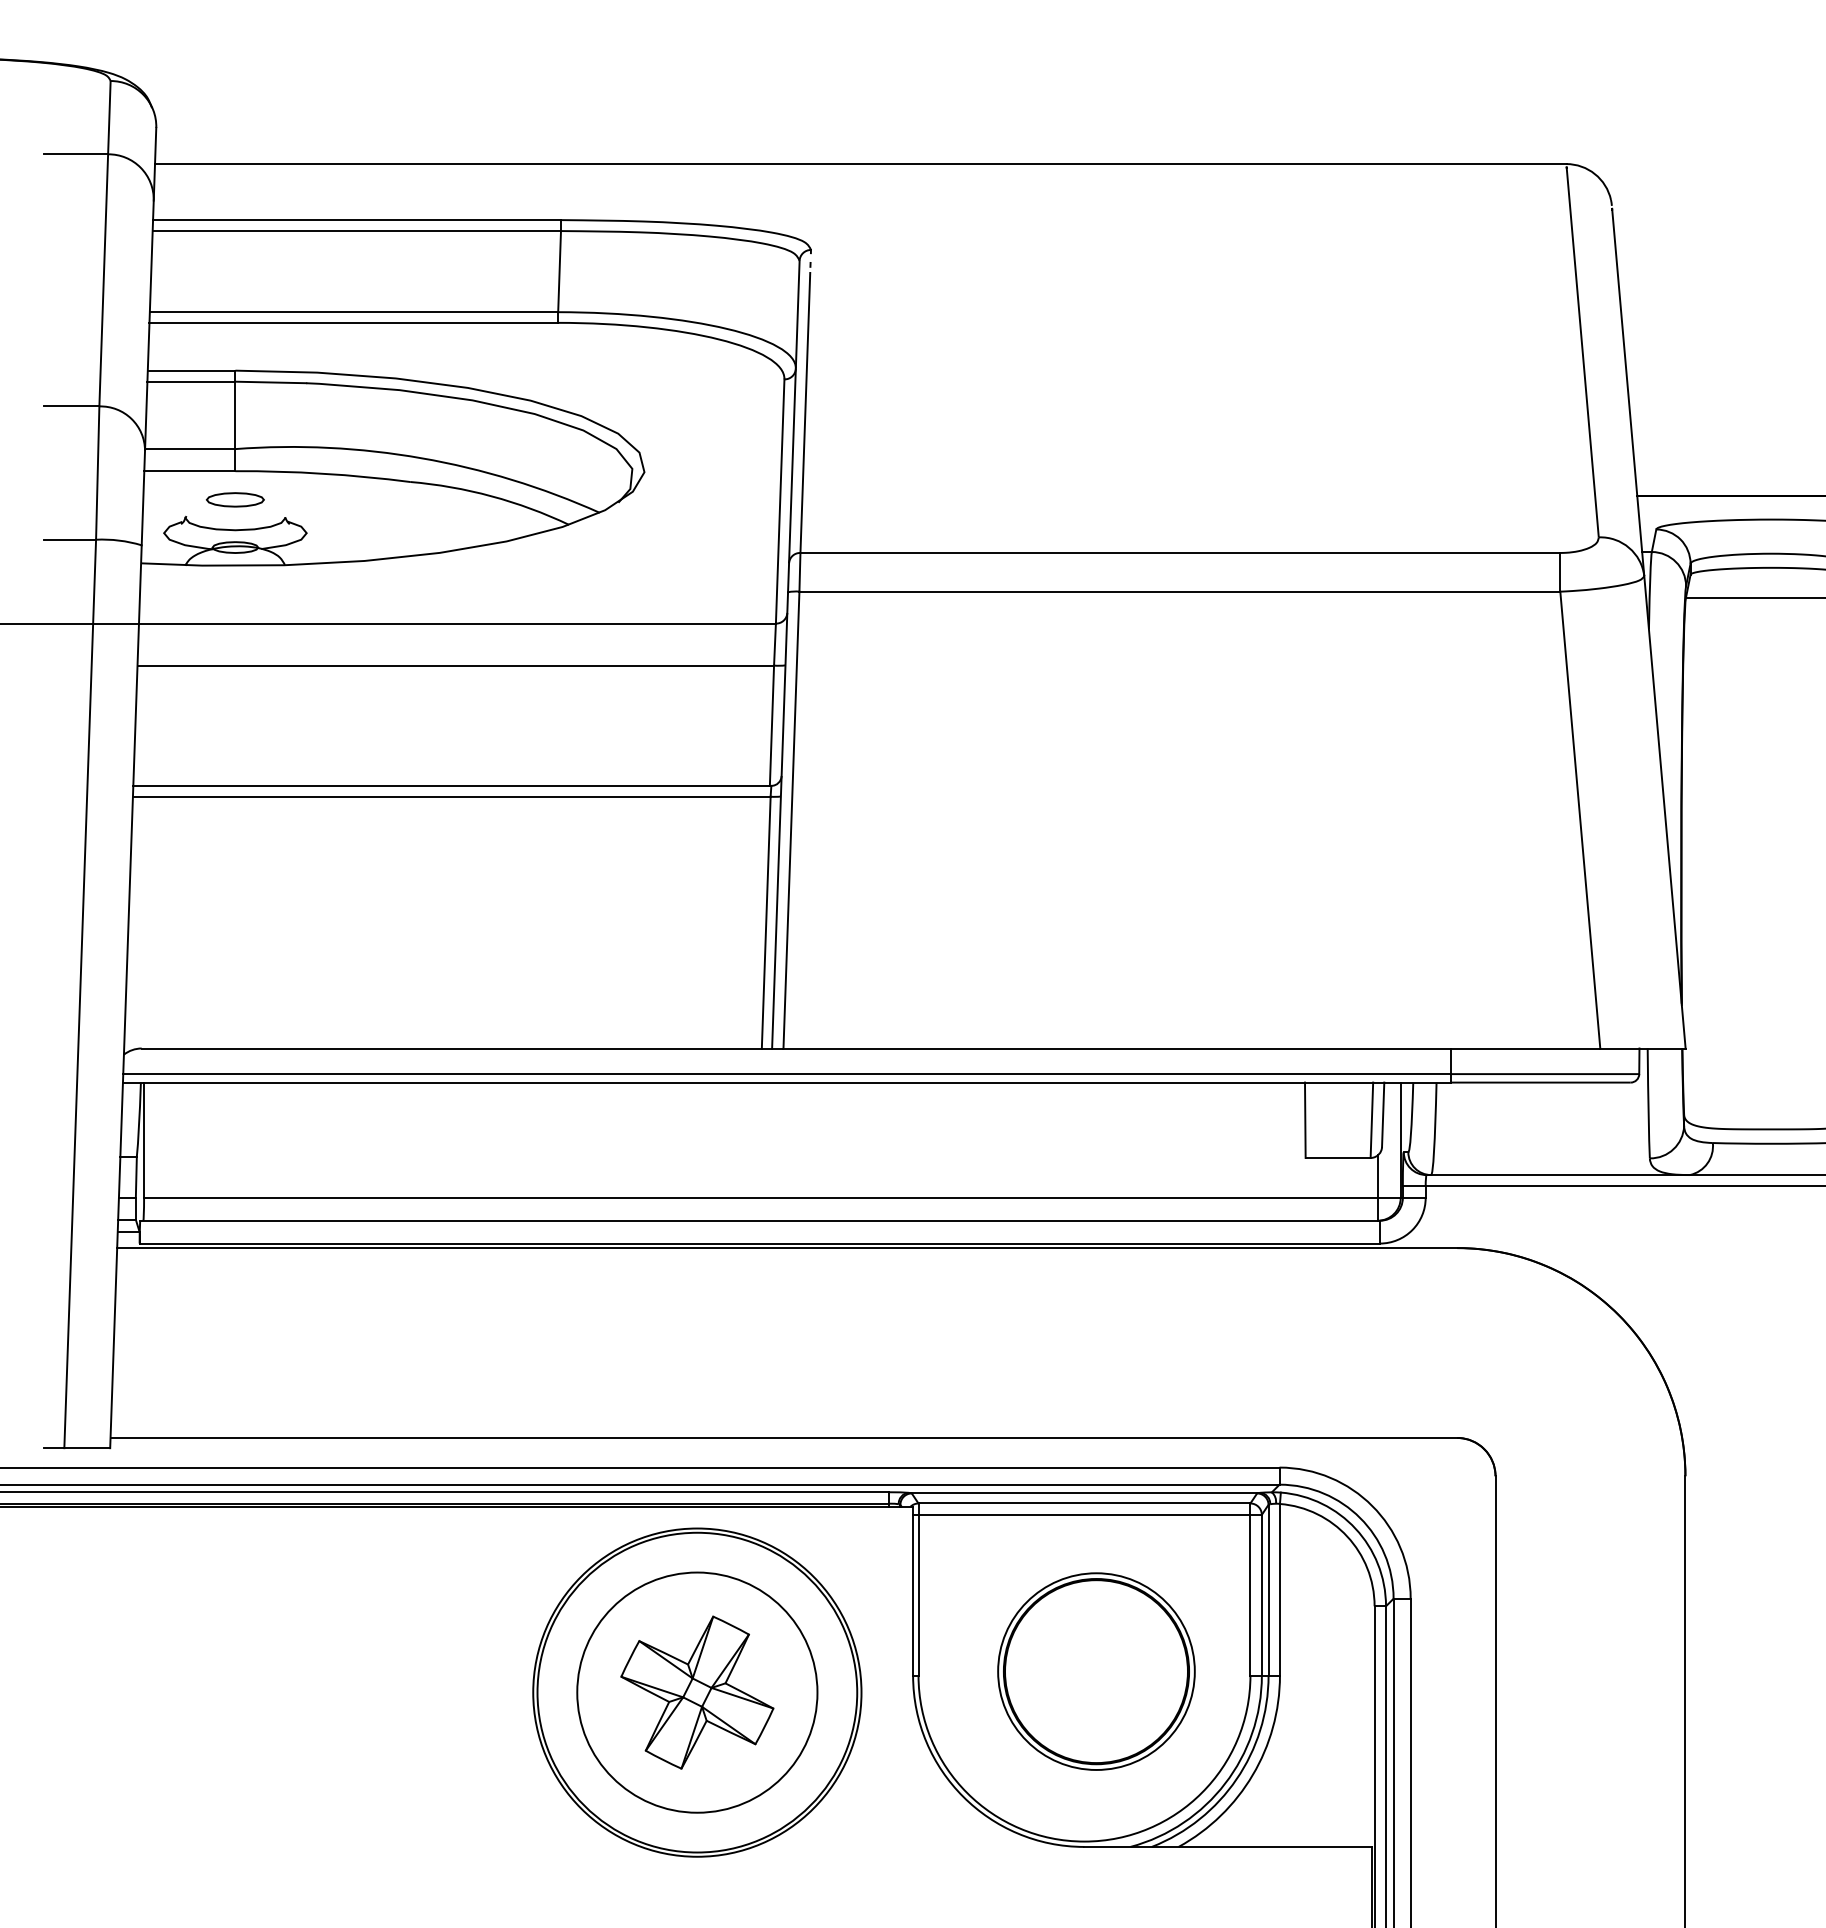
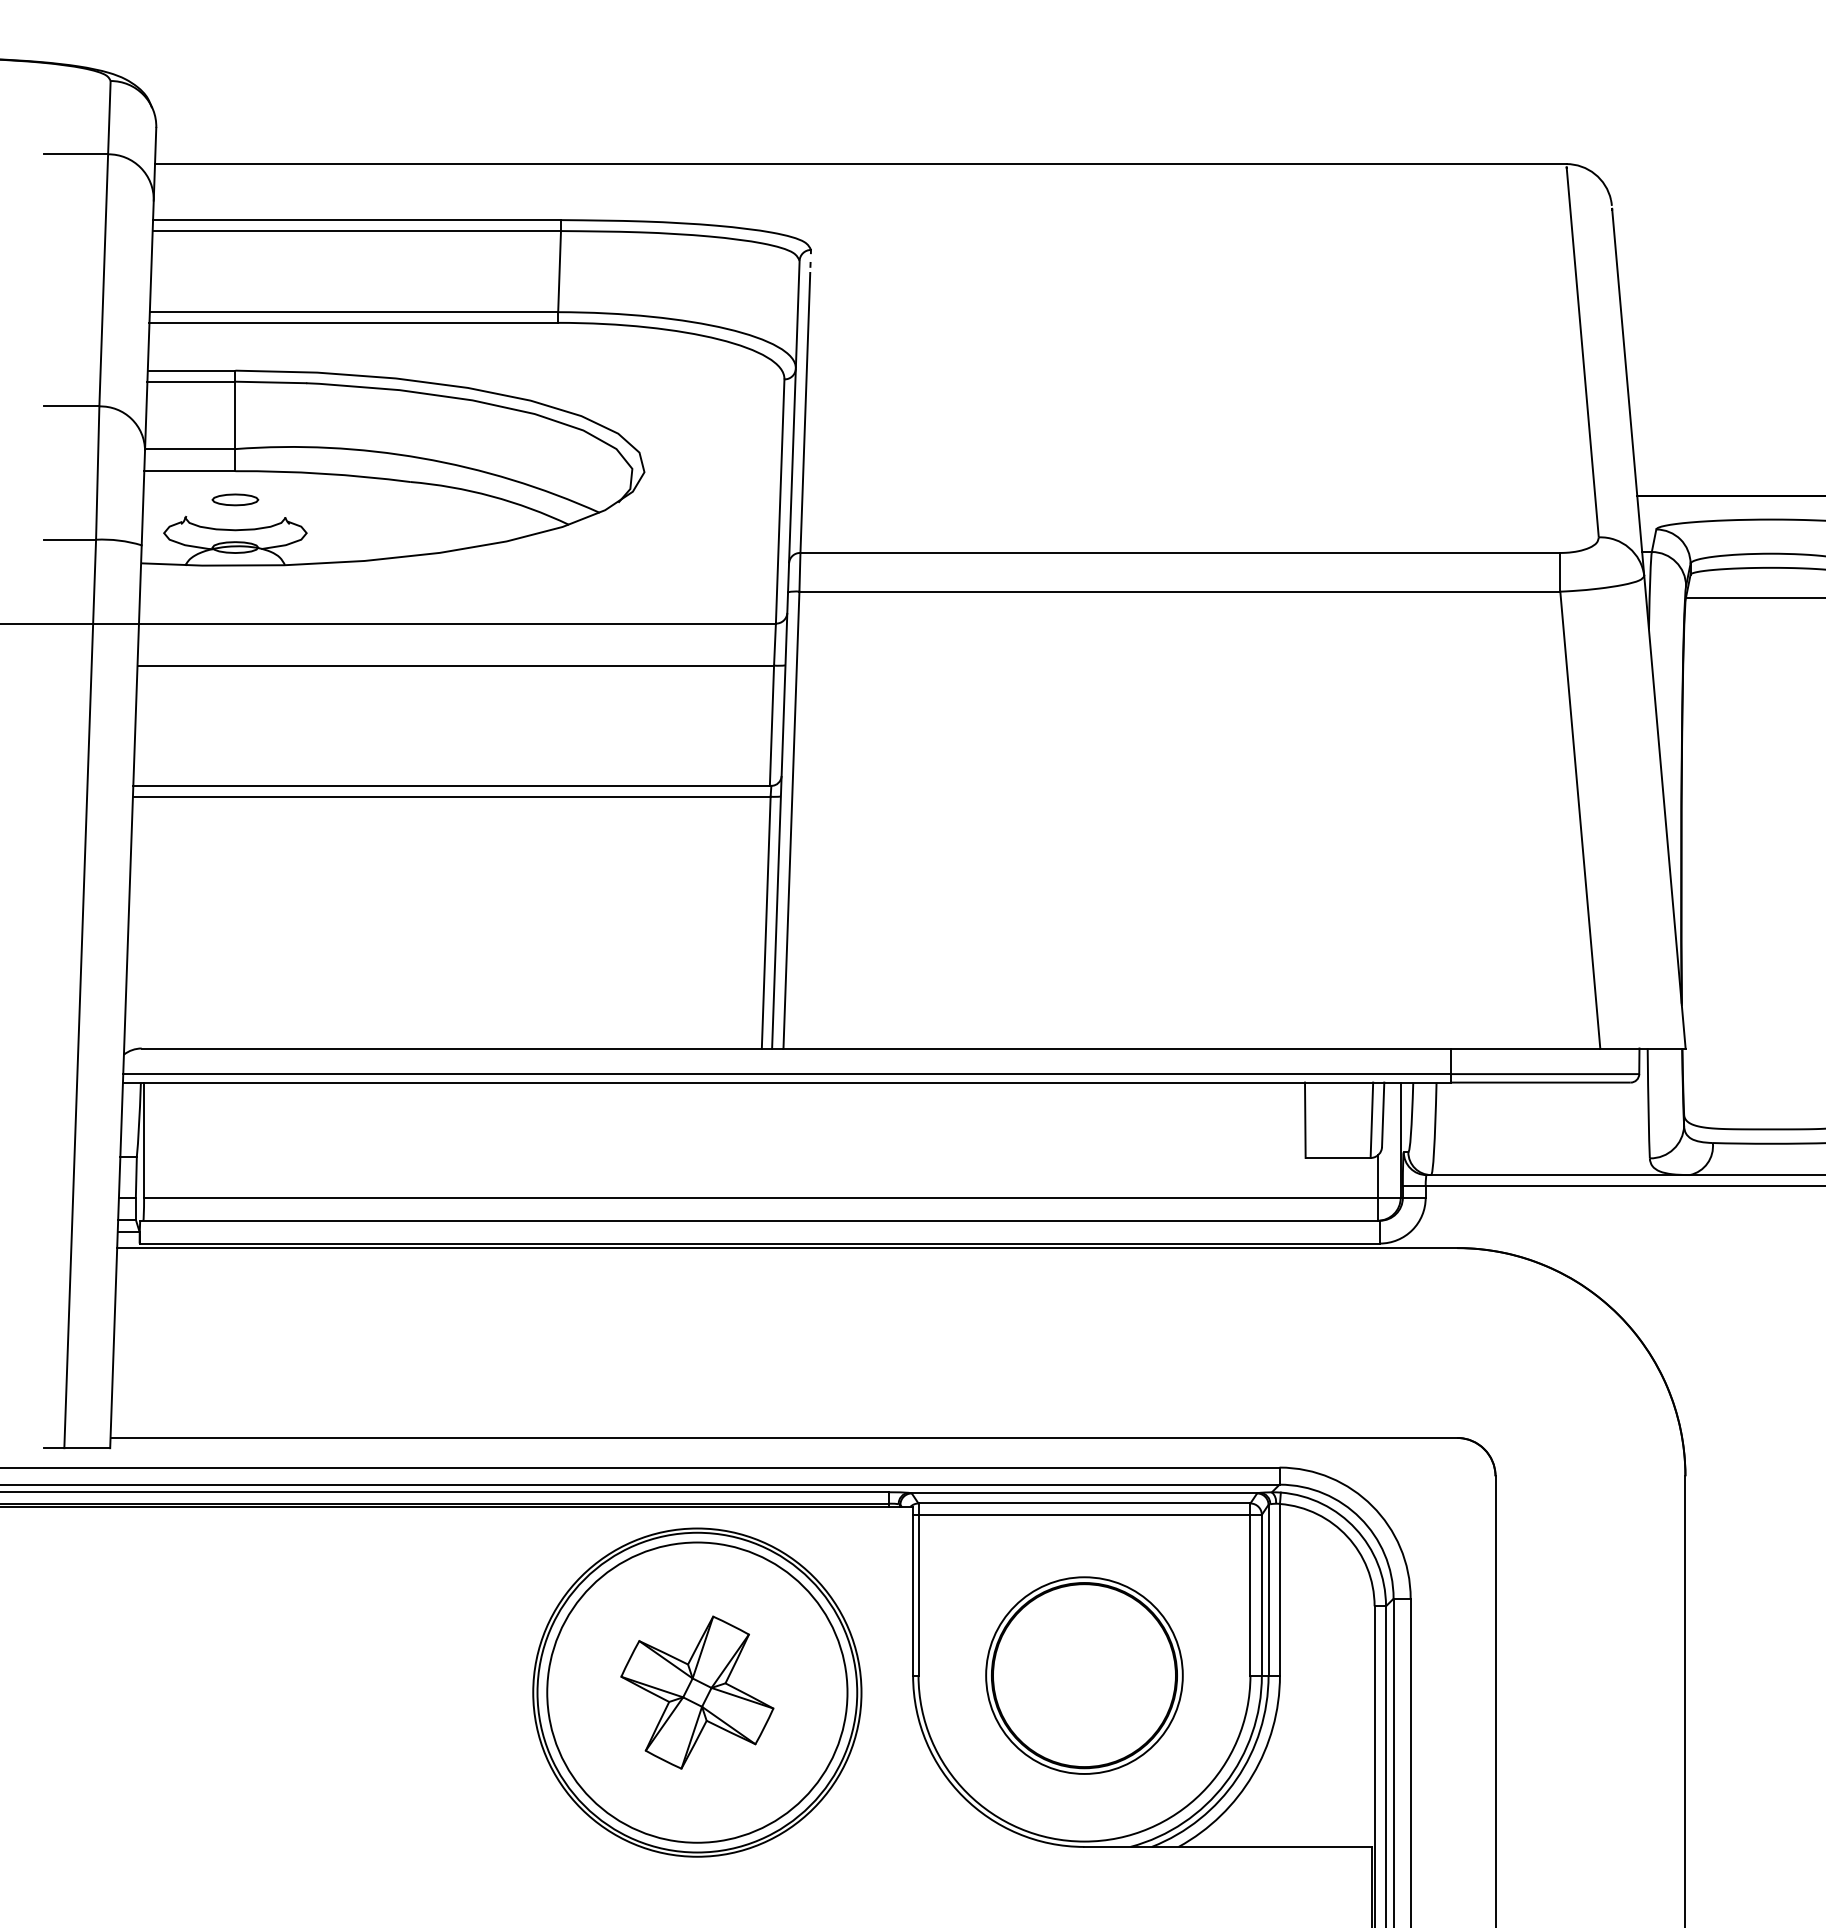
part at (234, 499) size: 60x16 px -> 49x14 px
part at (1096, 1671) position: (1096, 1671) -> (1084, 1675)
circle at (697, 1692) diameter: 240 px -> 300 px
